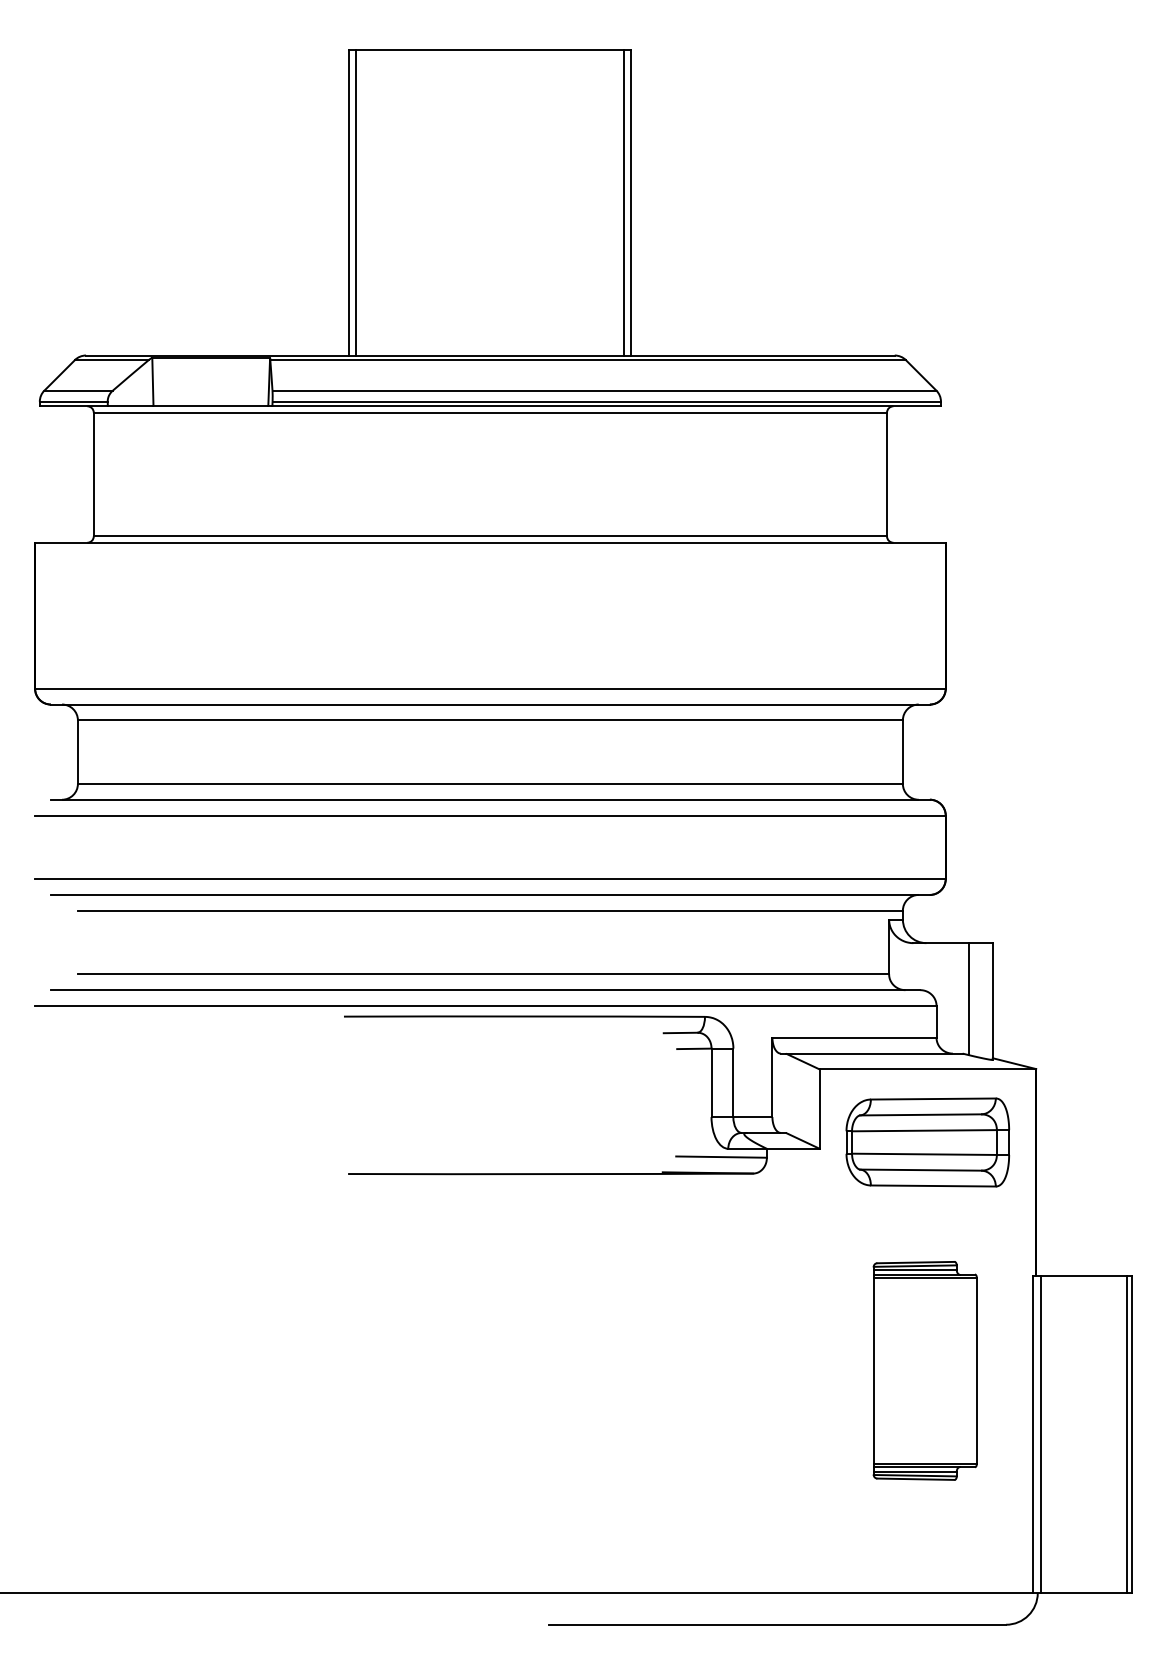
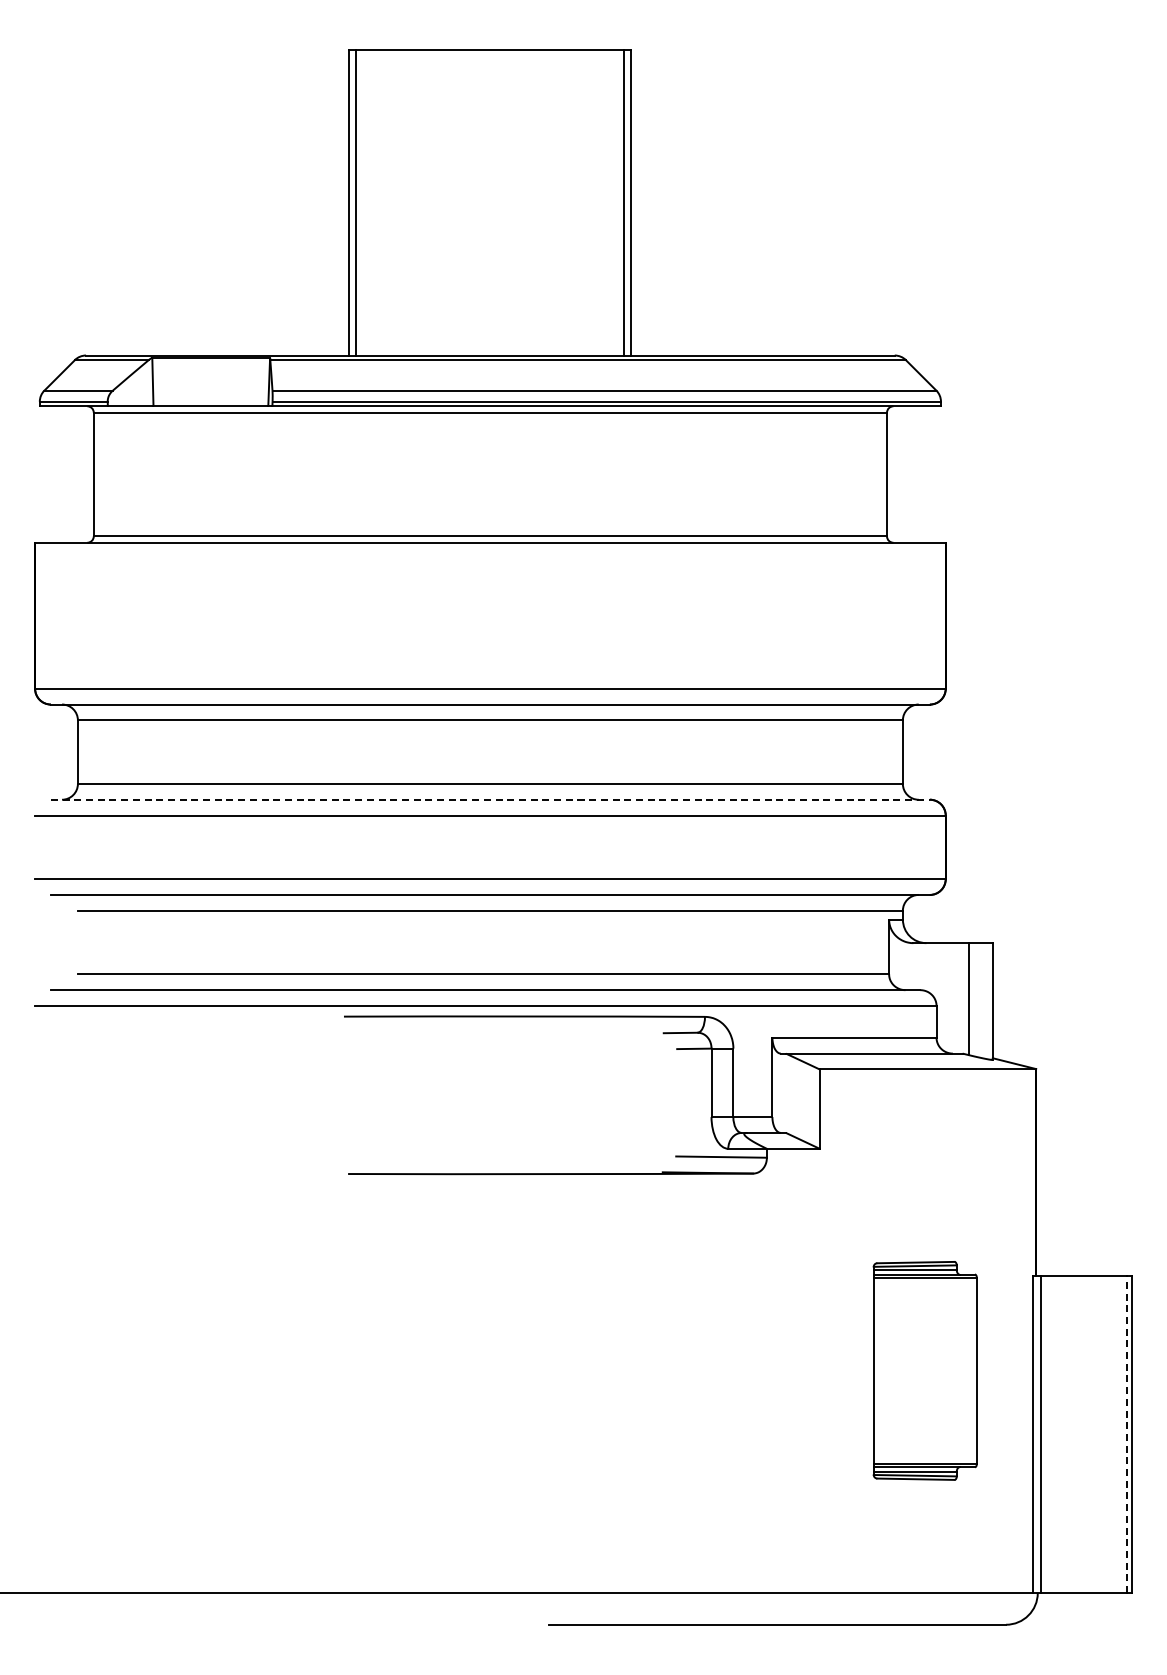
line at (490, 799): solid -> dashed
part at (927, 1142): present -> none
line at (1127, 1434): solid -> dashed
